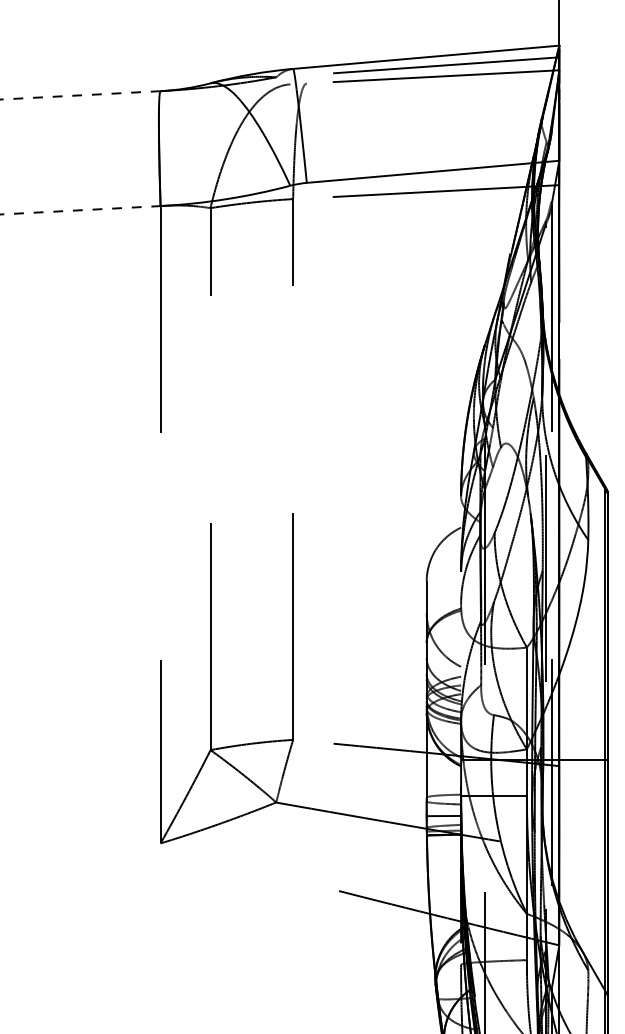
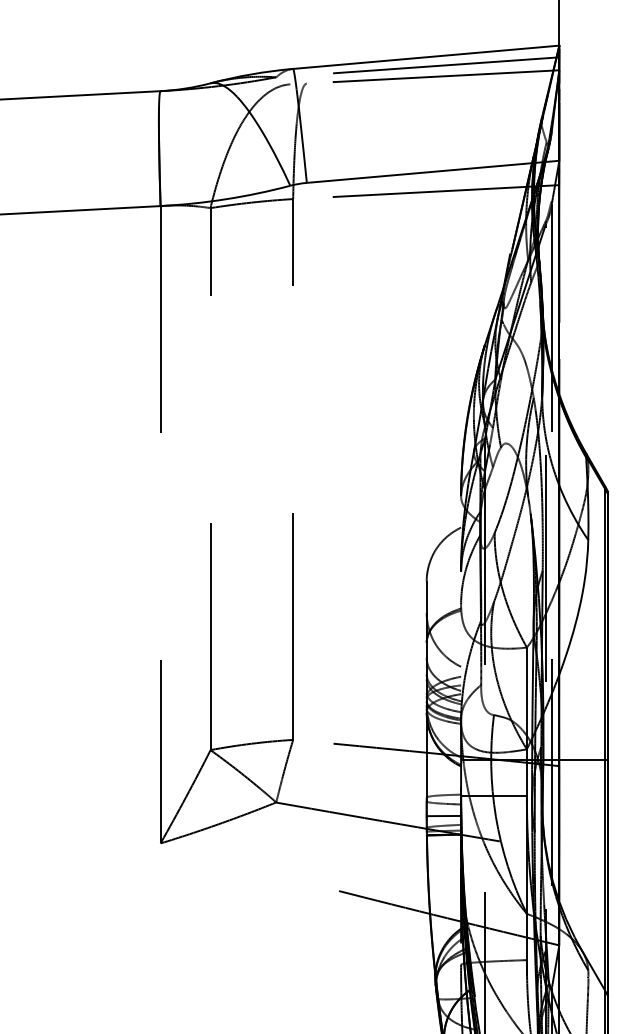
line at (80, 95): dashed -> solid
line at (80, 210): dashed -> solid
